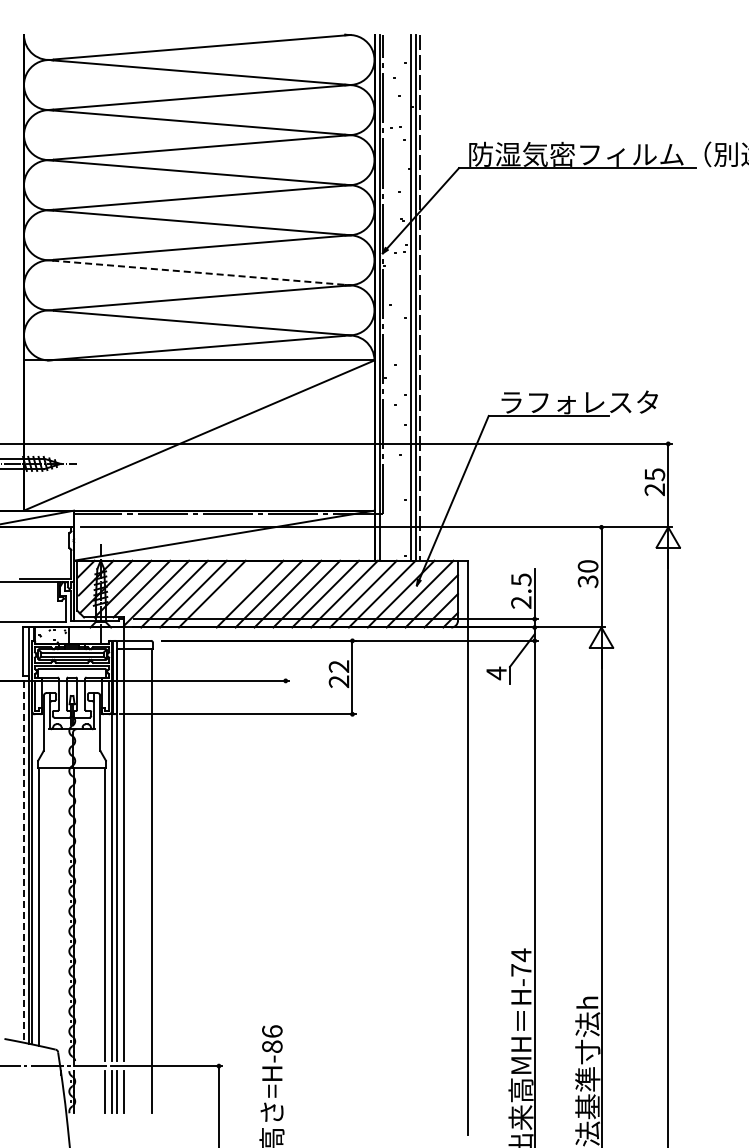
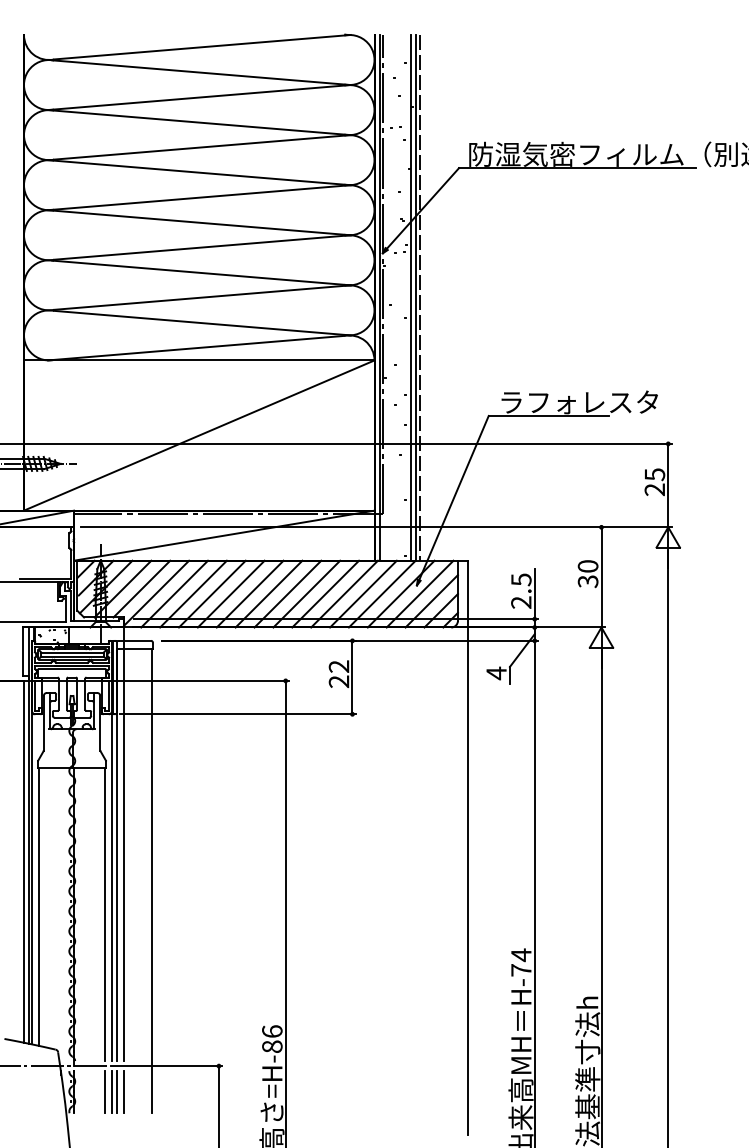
line at (201, 272): dashed -> solid
line at (230, 593): none -> present
line at (24, 861): dashed -> solid
line at (285, 912): none -> present
